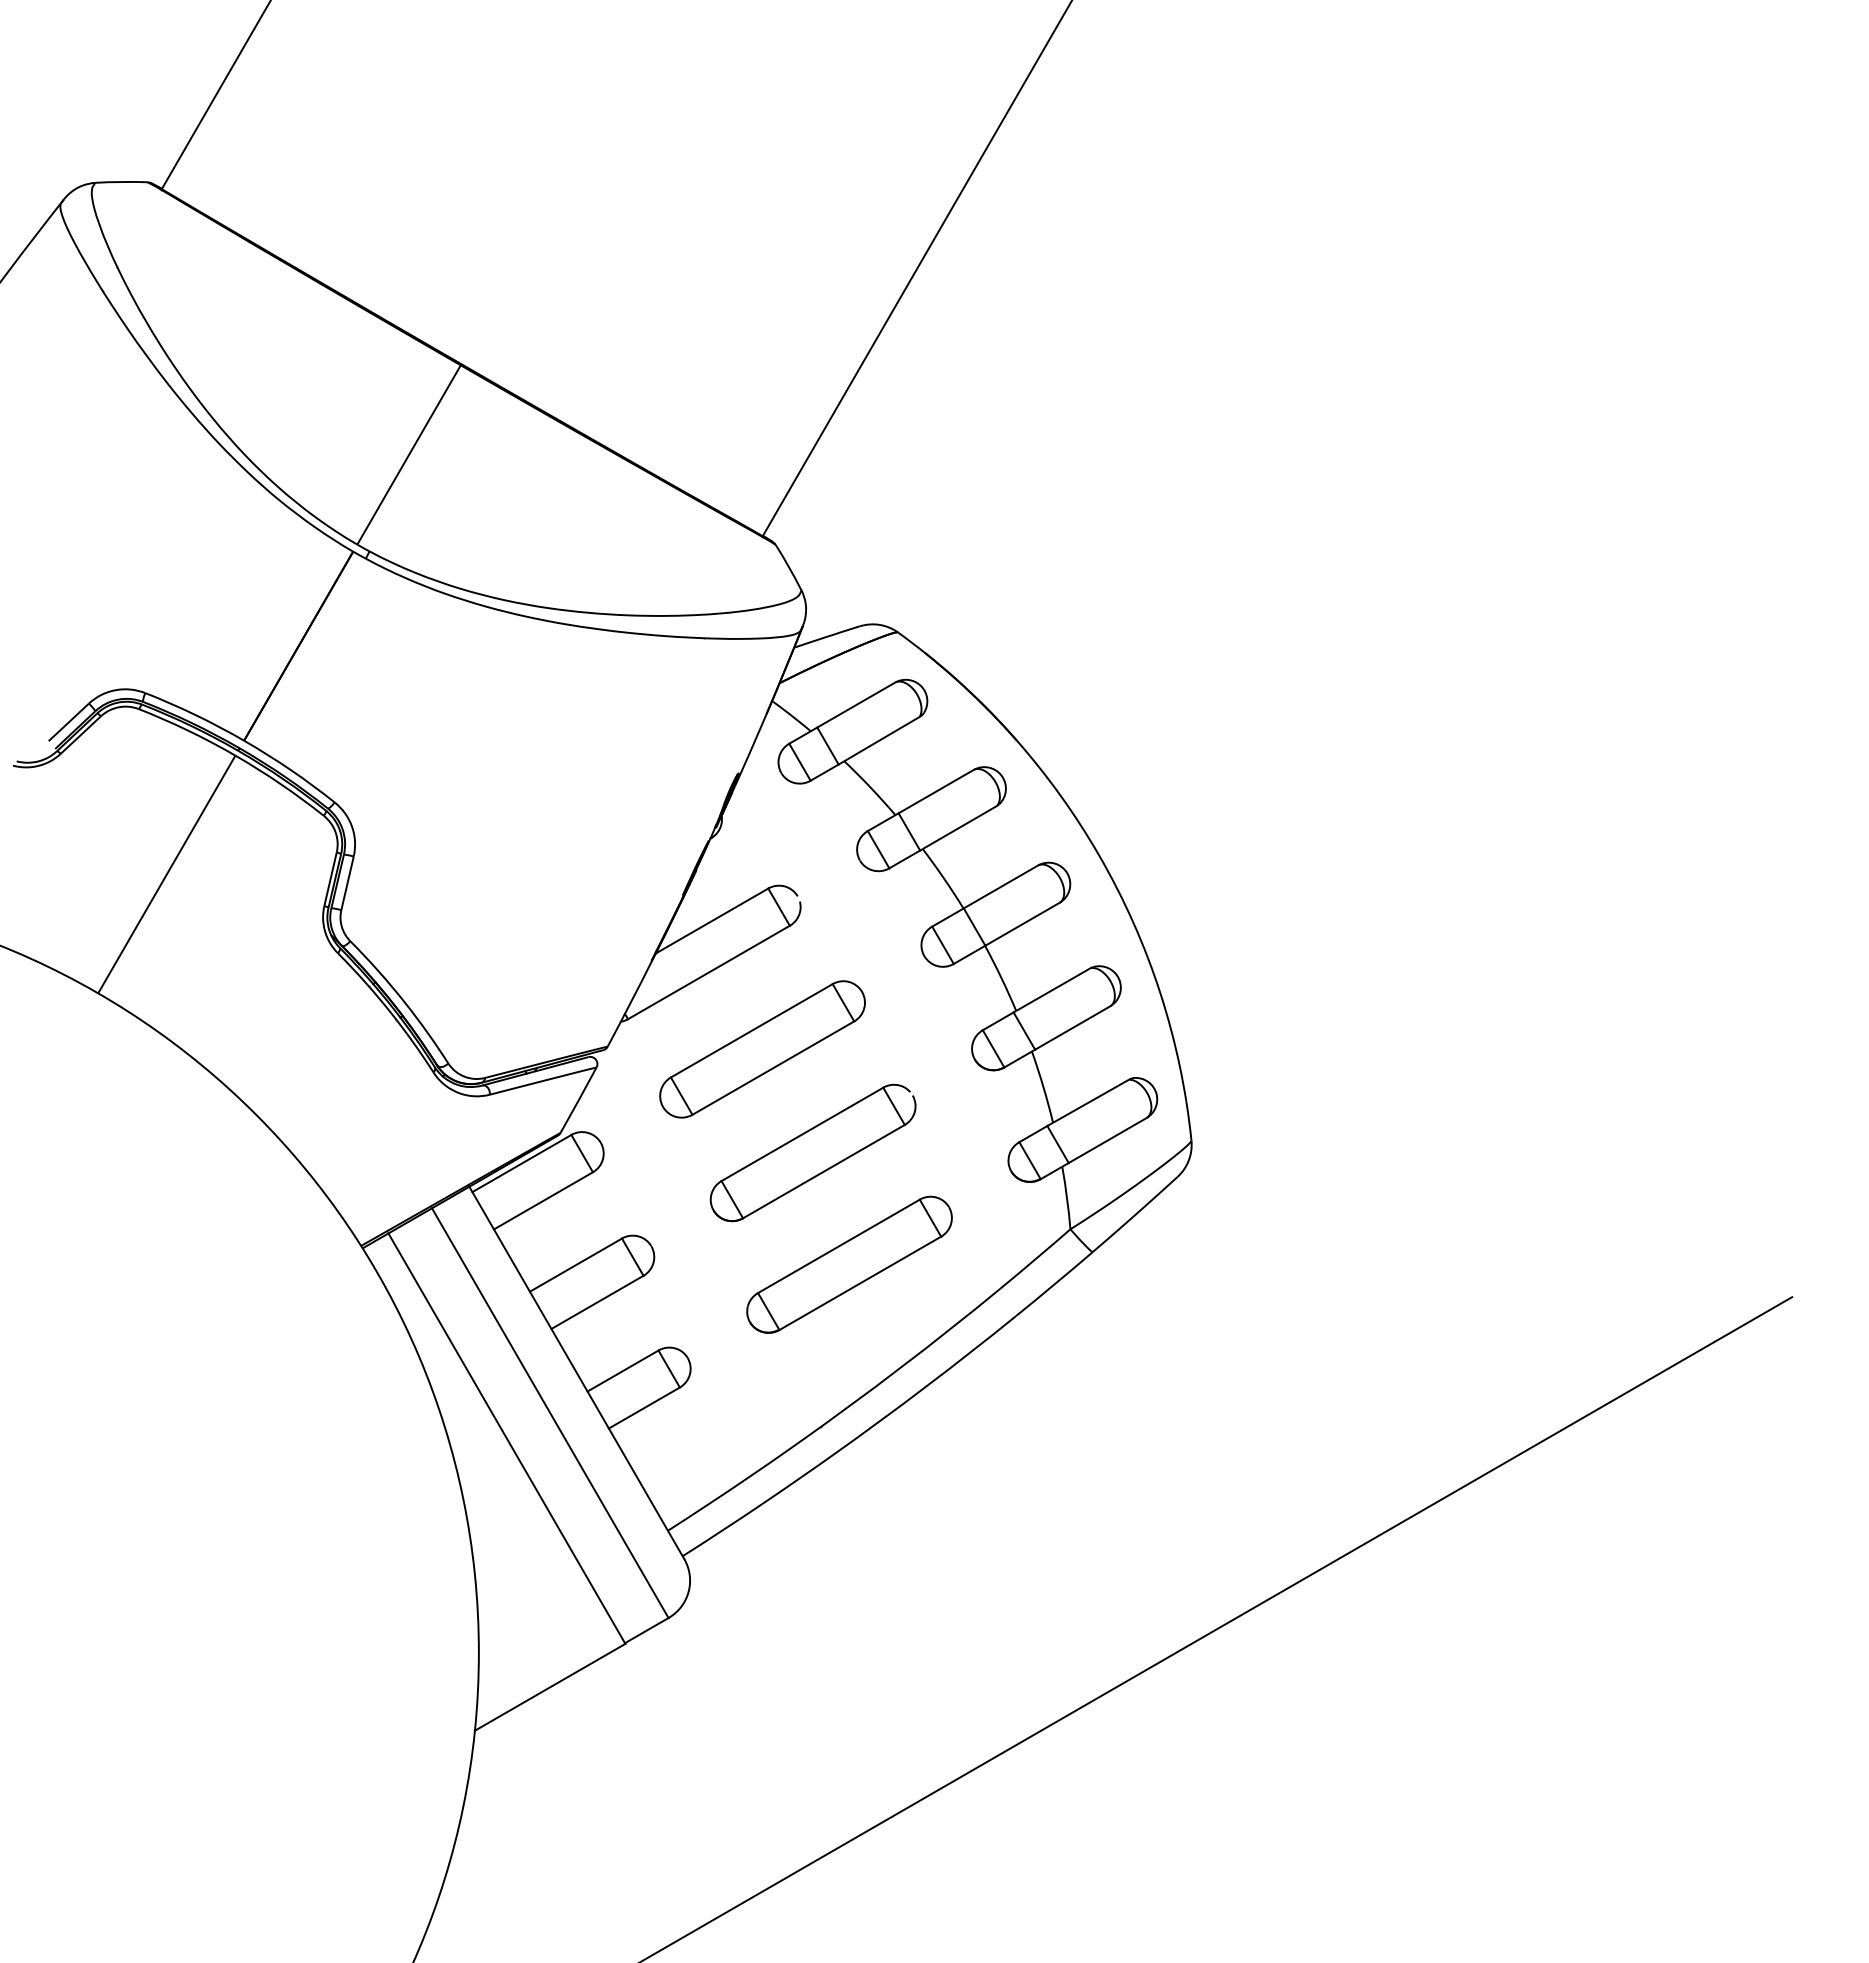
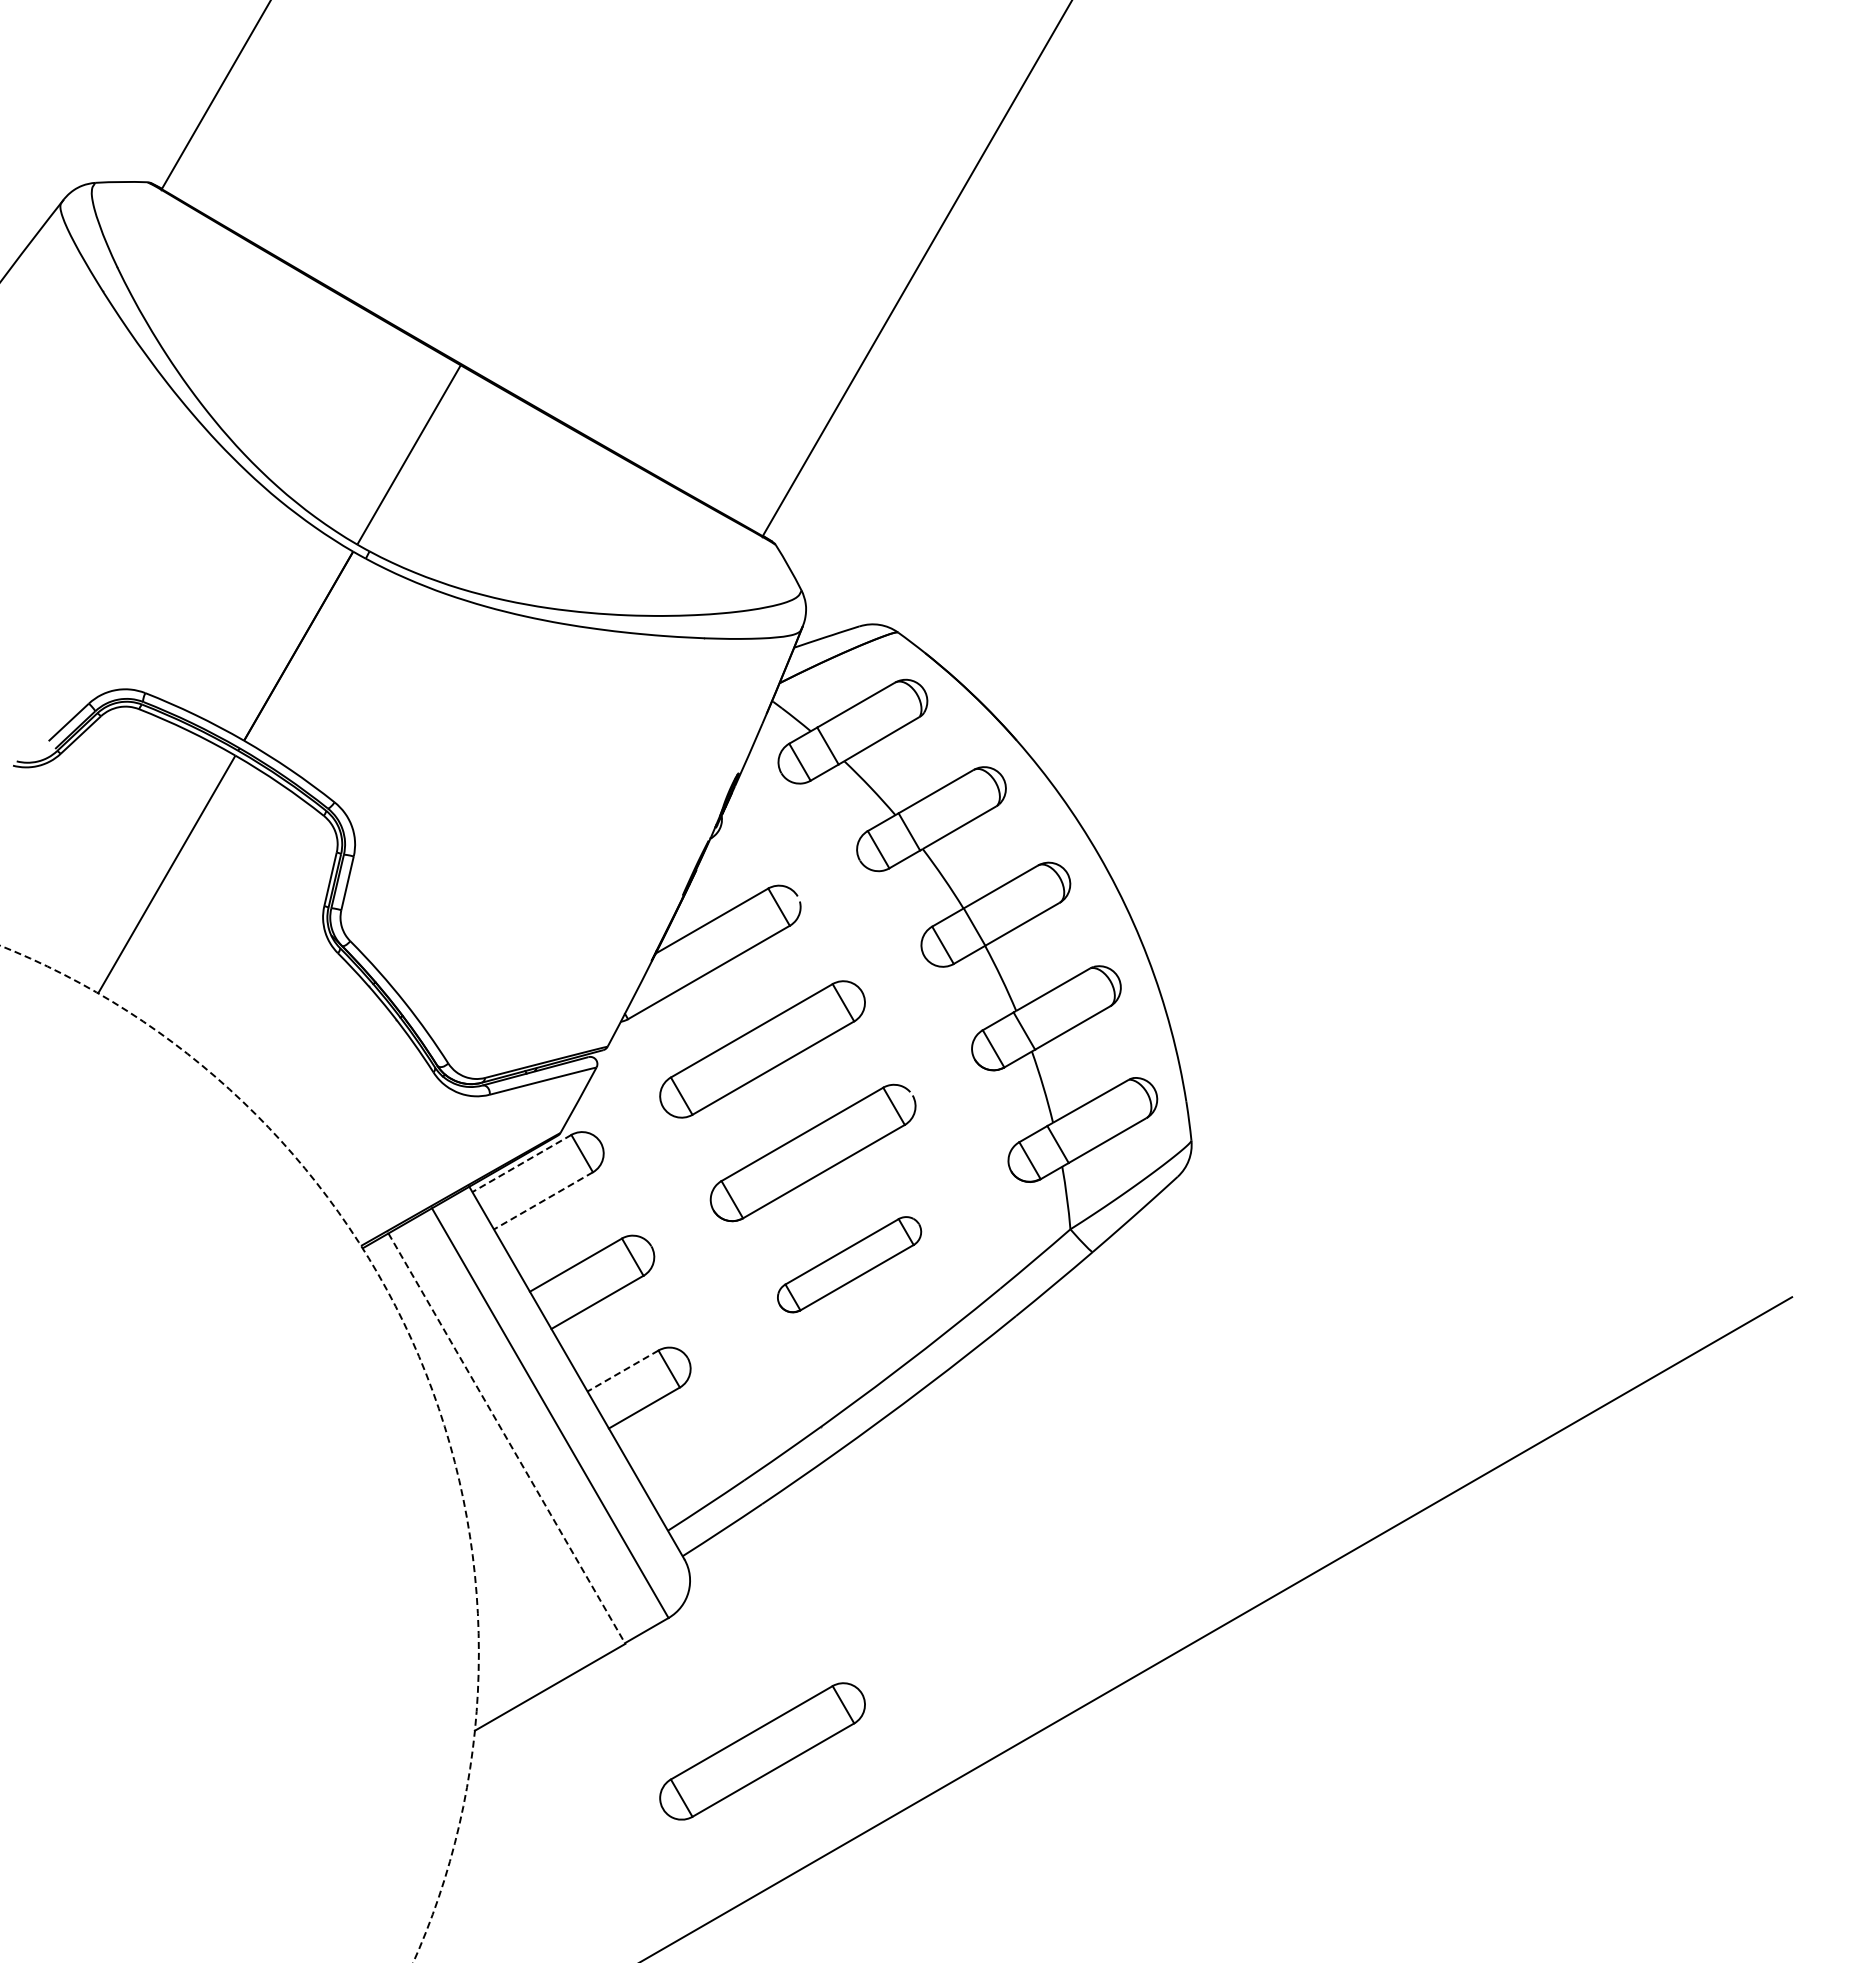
line at (521, 1163): solid -> dashed
line at (543, 1201): solid -> dashed
part at (849, 1264) size: 207x139 px -> 146x98 px
line at (623, 1371): solid -> dashed
line at (506, 1438): solid -> dashed
circle at (239, 1453): solid -> dashed
part at (762, 1751): none -> present
